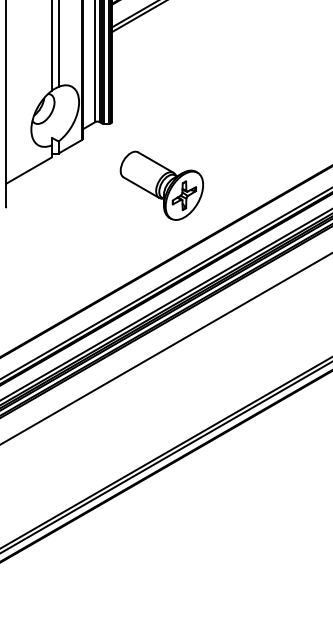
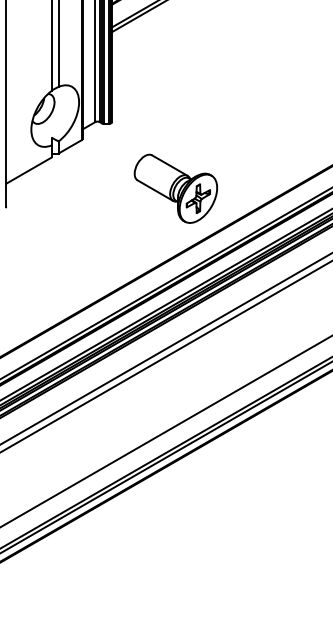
part at (161, 185) position: (161, 185) -> (175, 188)
line at (165, 356): none -> present
line at (165, 431): none -> present
